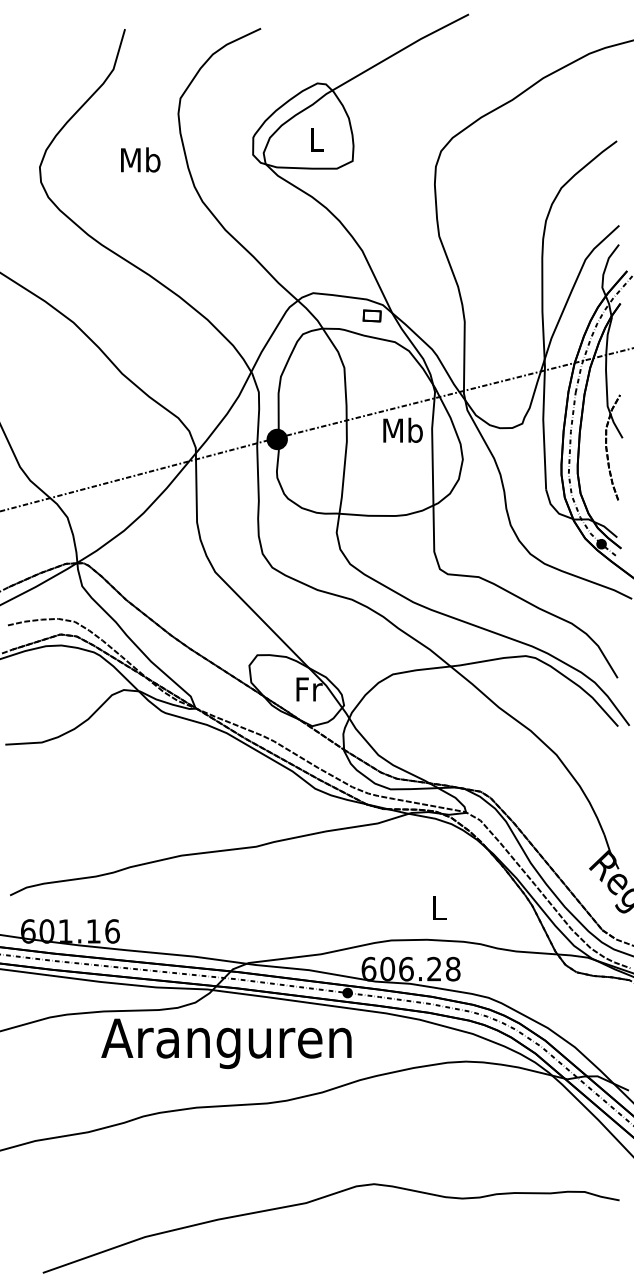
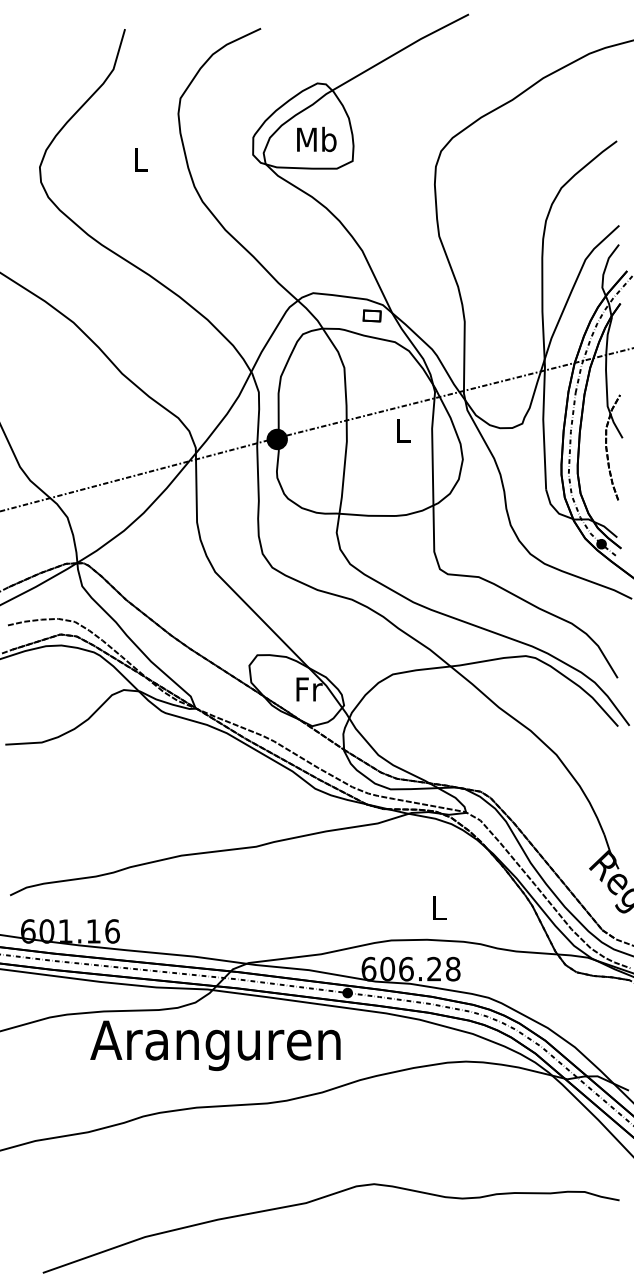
text at (316, 139): L -> Mb
text at (140, 159): Mb -> L
text at (402, 429): Mb -> L
text at (226, 1043) position: (226, 1043) -> (215, 1045)
